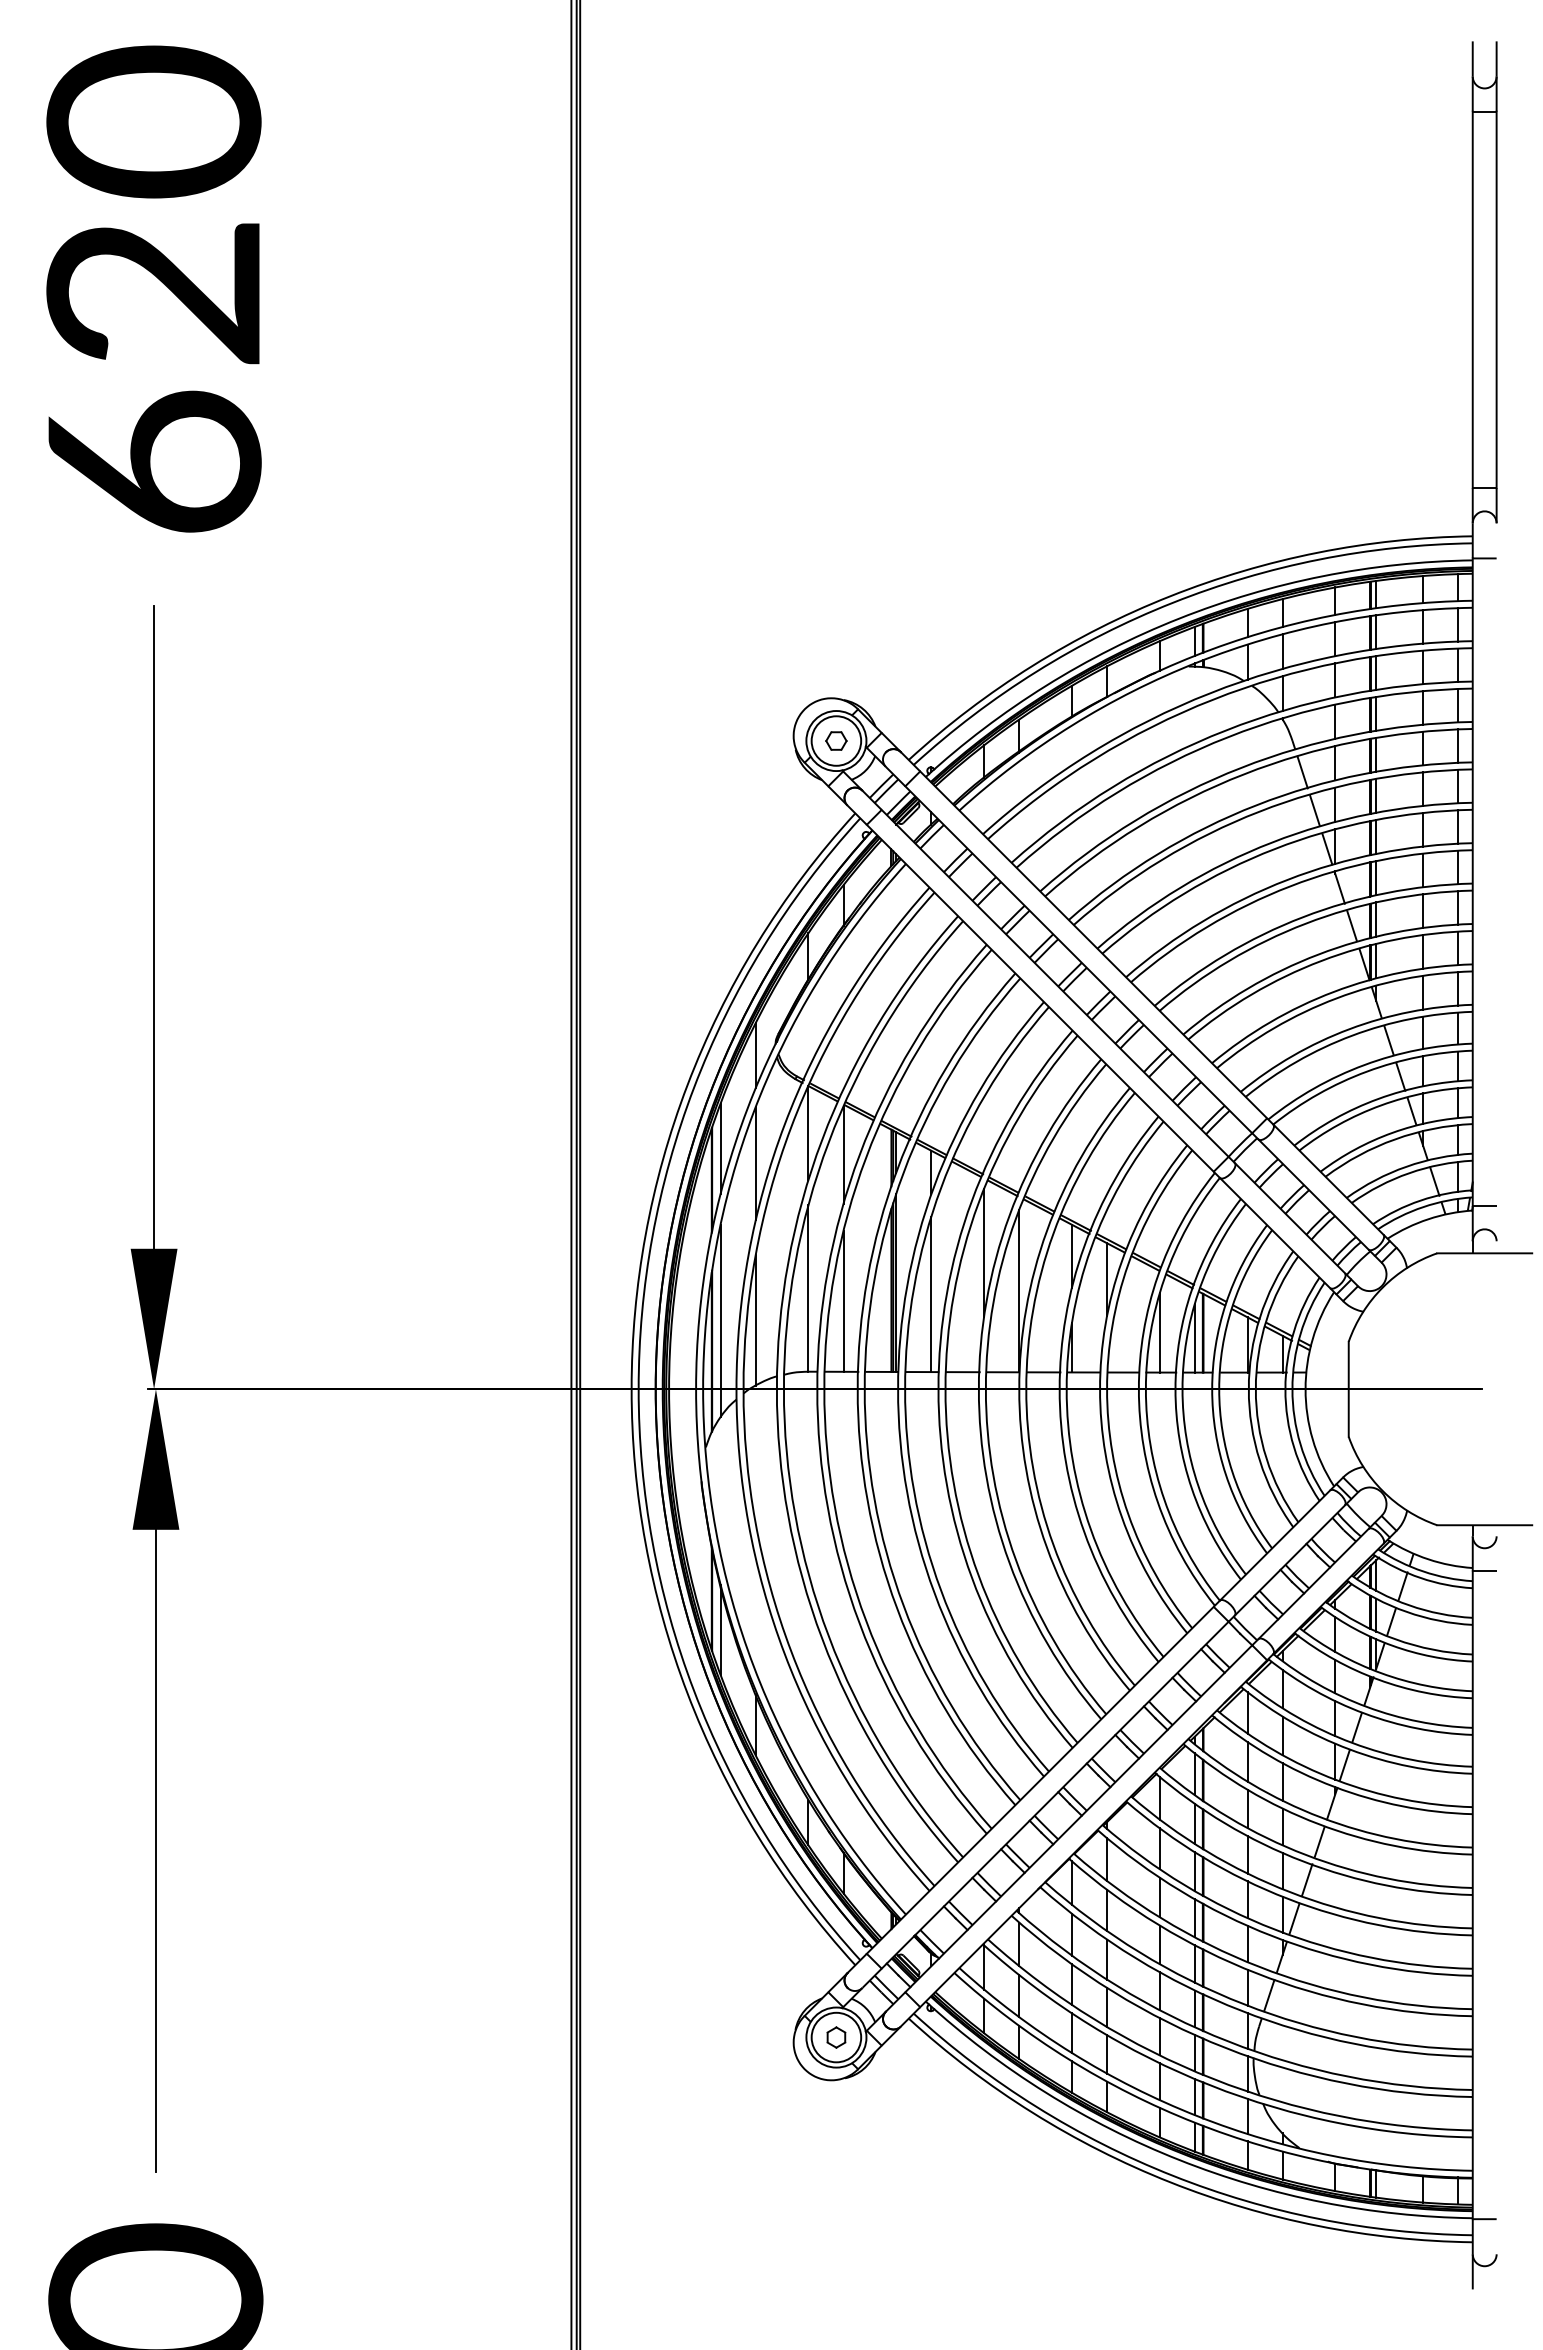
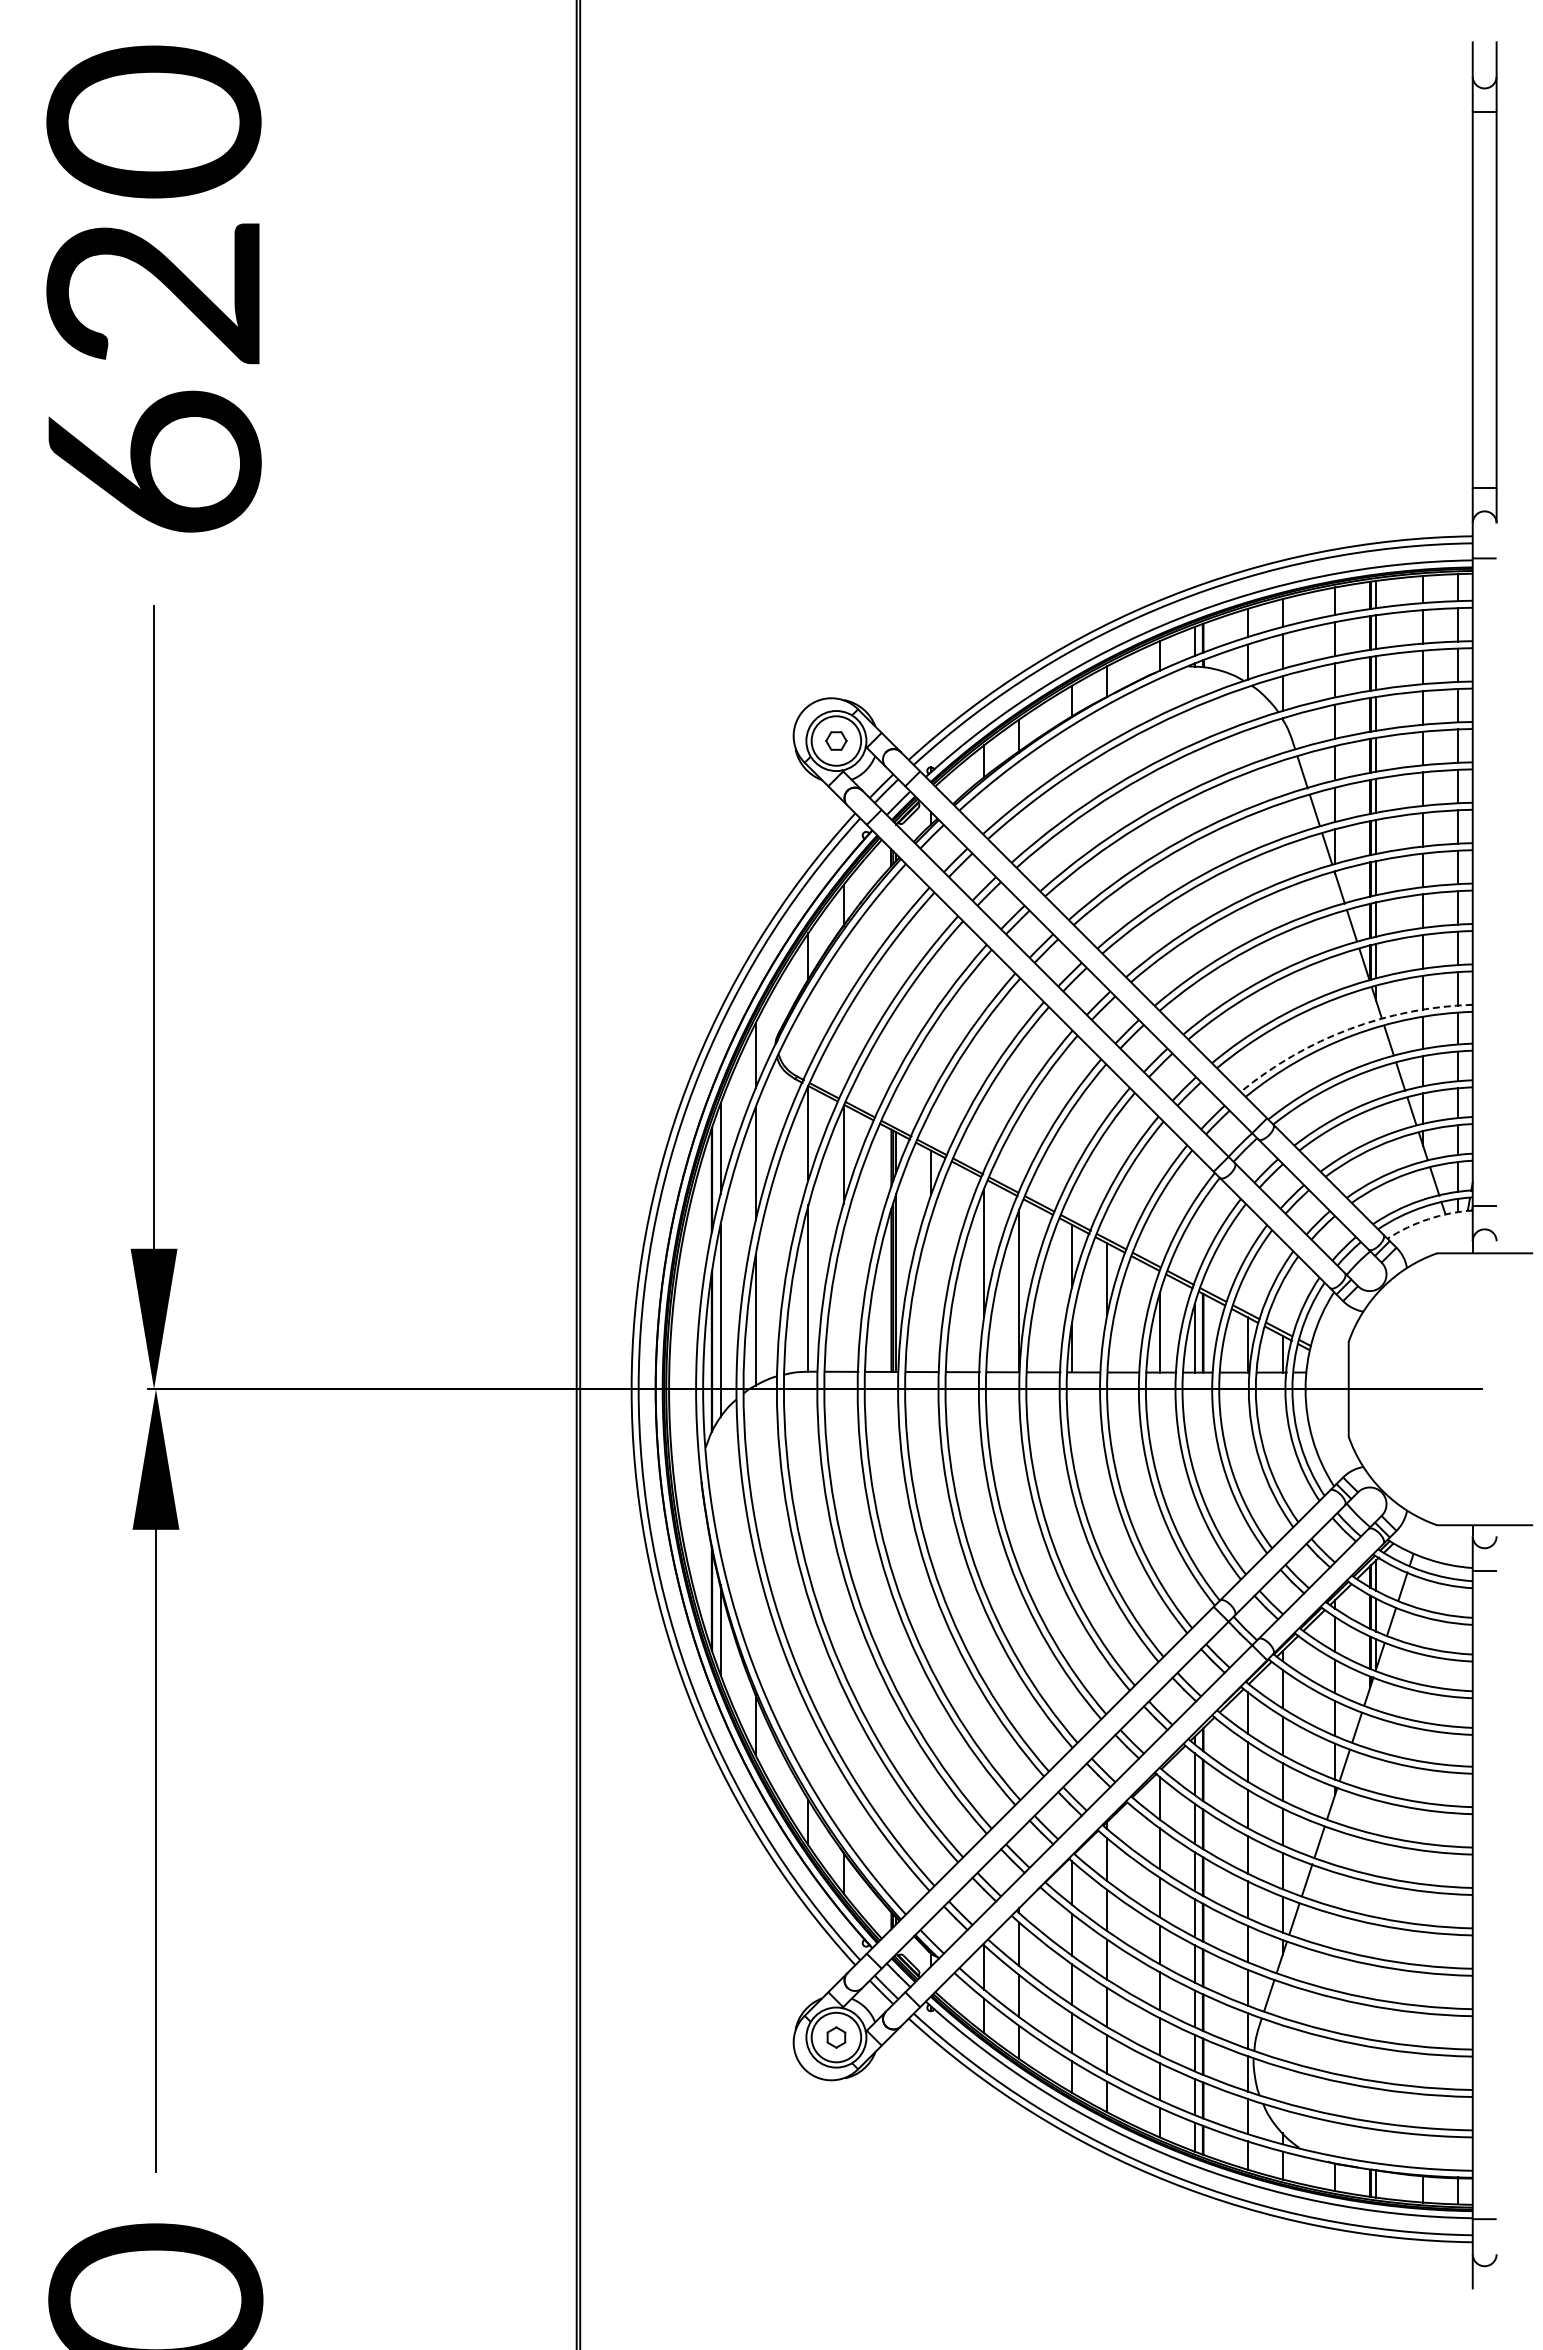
arc at (1349, 1029): solid -> dashed
line at (571, 1174): present -> none
arc at (1428, 1219): solid -> dashed
line at (931, 1294): present -> none
line at (843, 1300): present -> none
